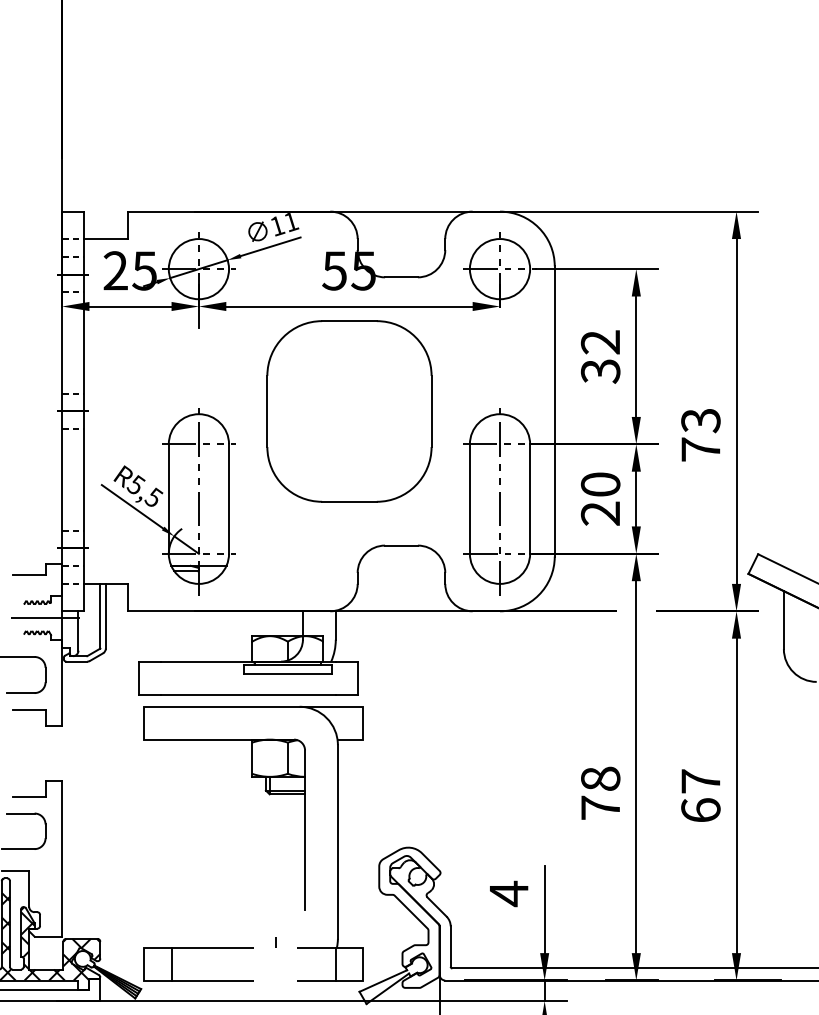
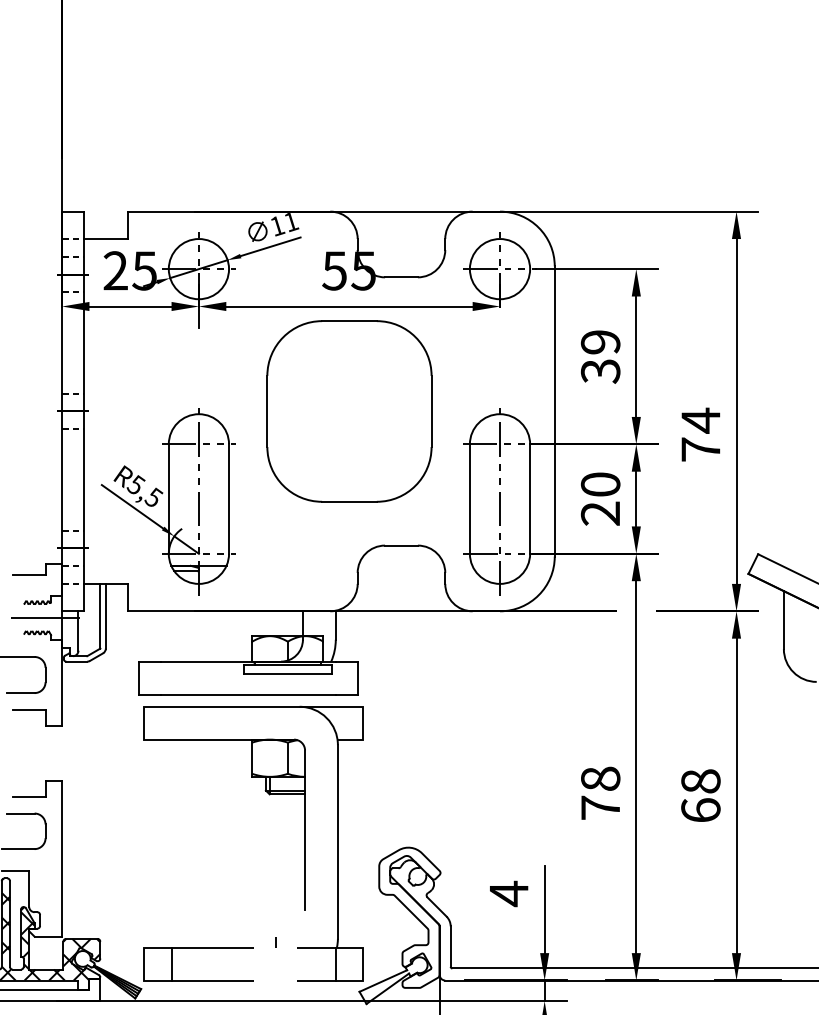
text at (600, 342): 32 -> 39
text at (700, 420): 73 -> 74
text at (700, 781): 67 -> 68
